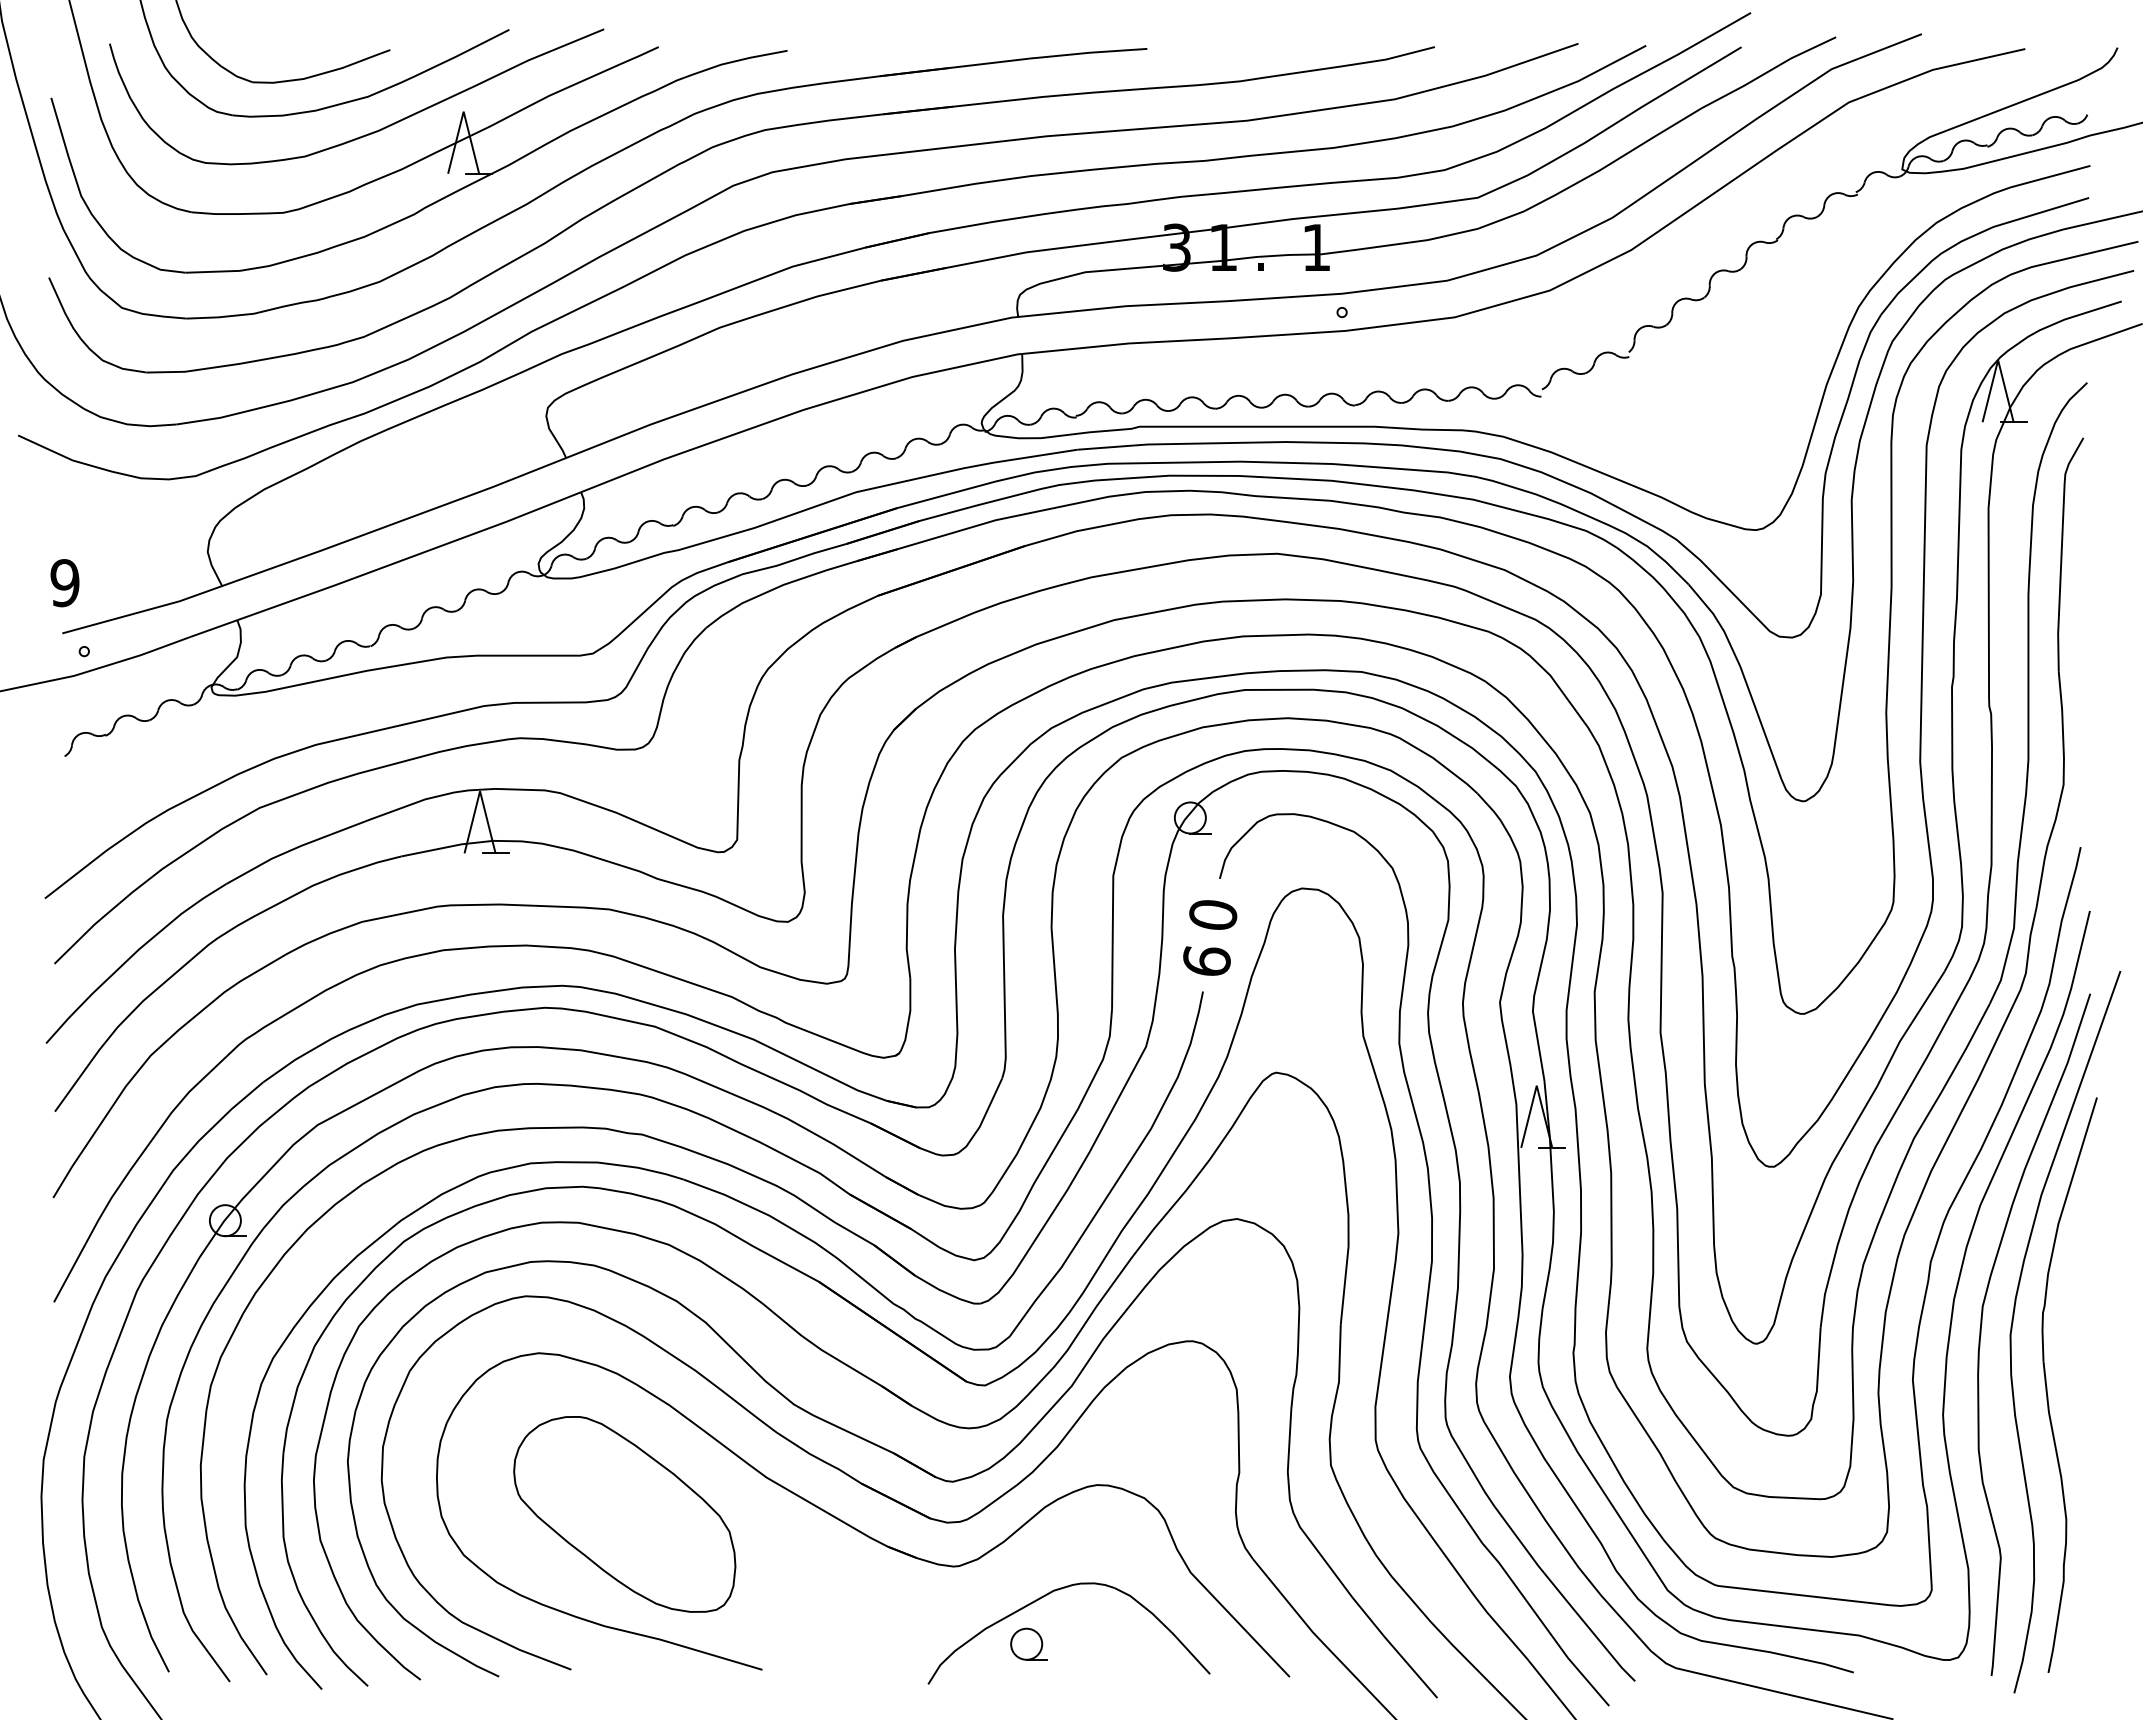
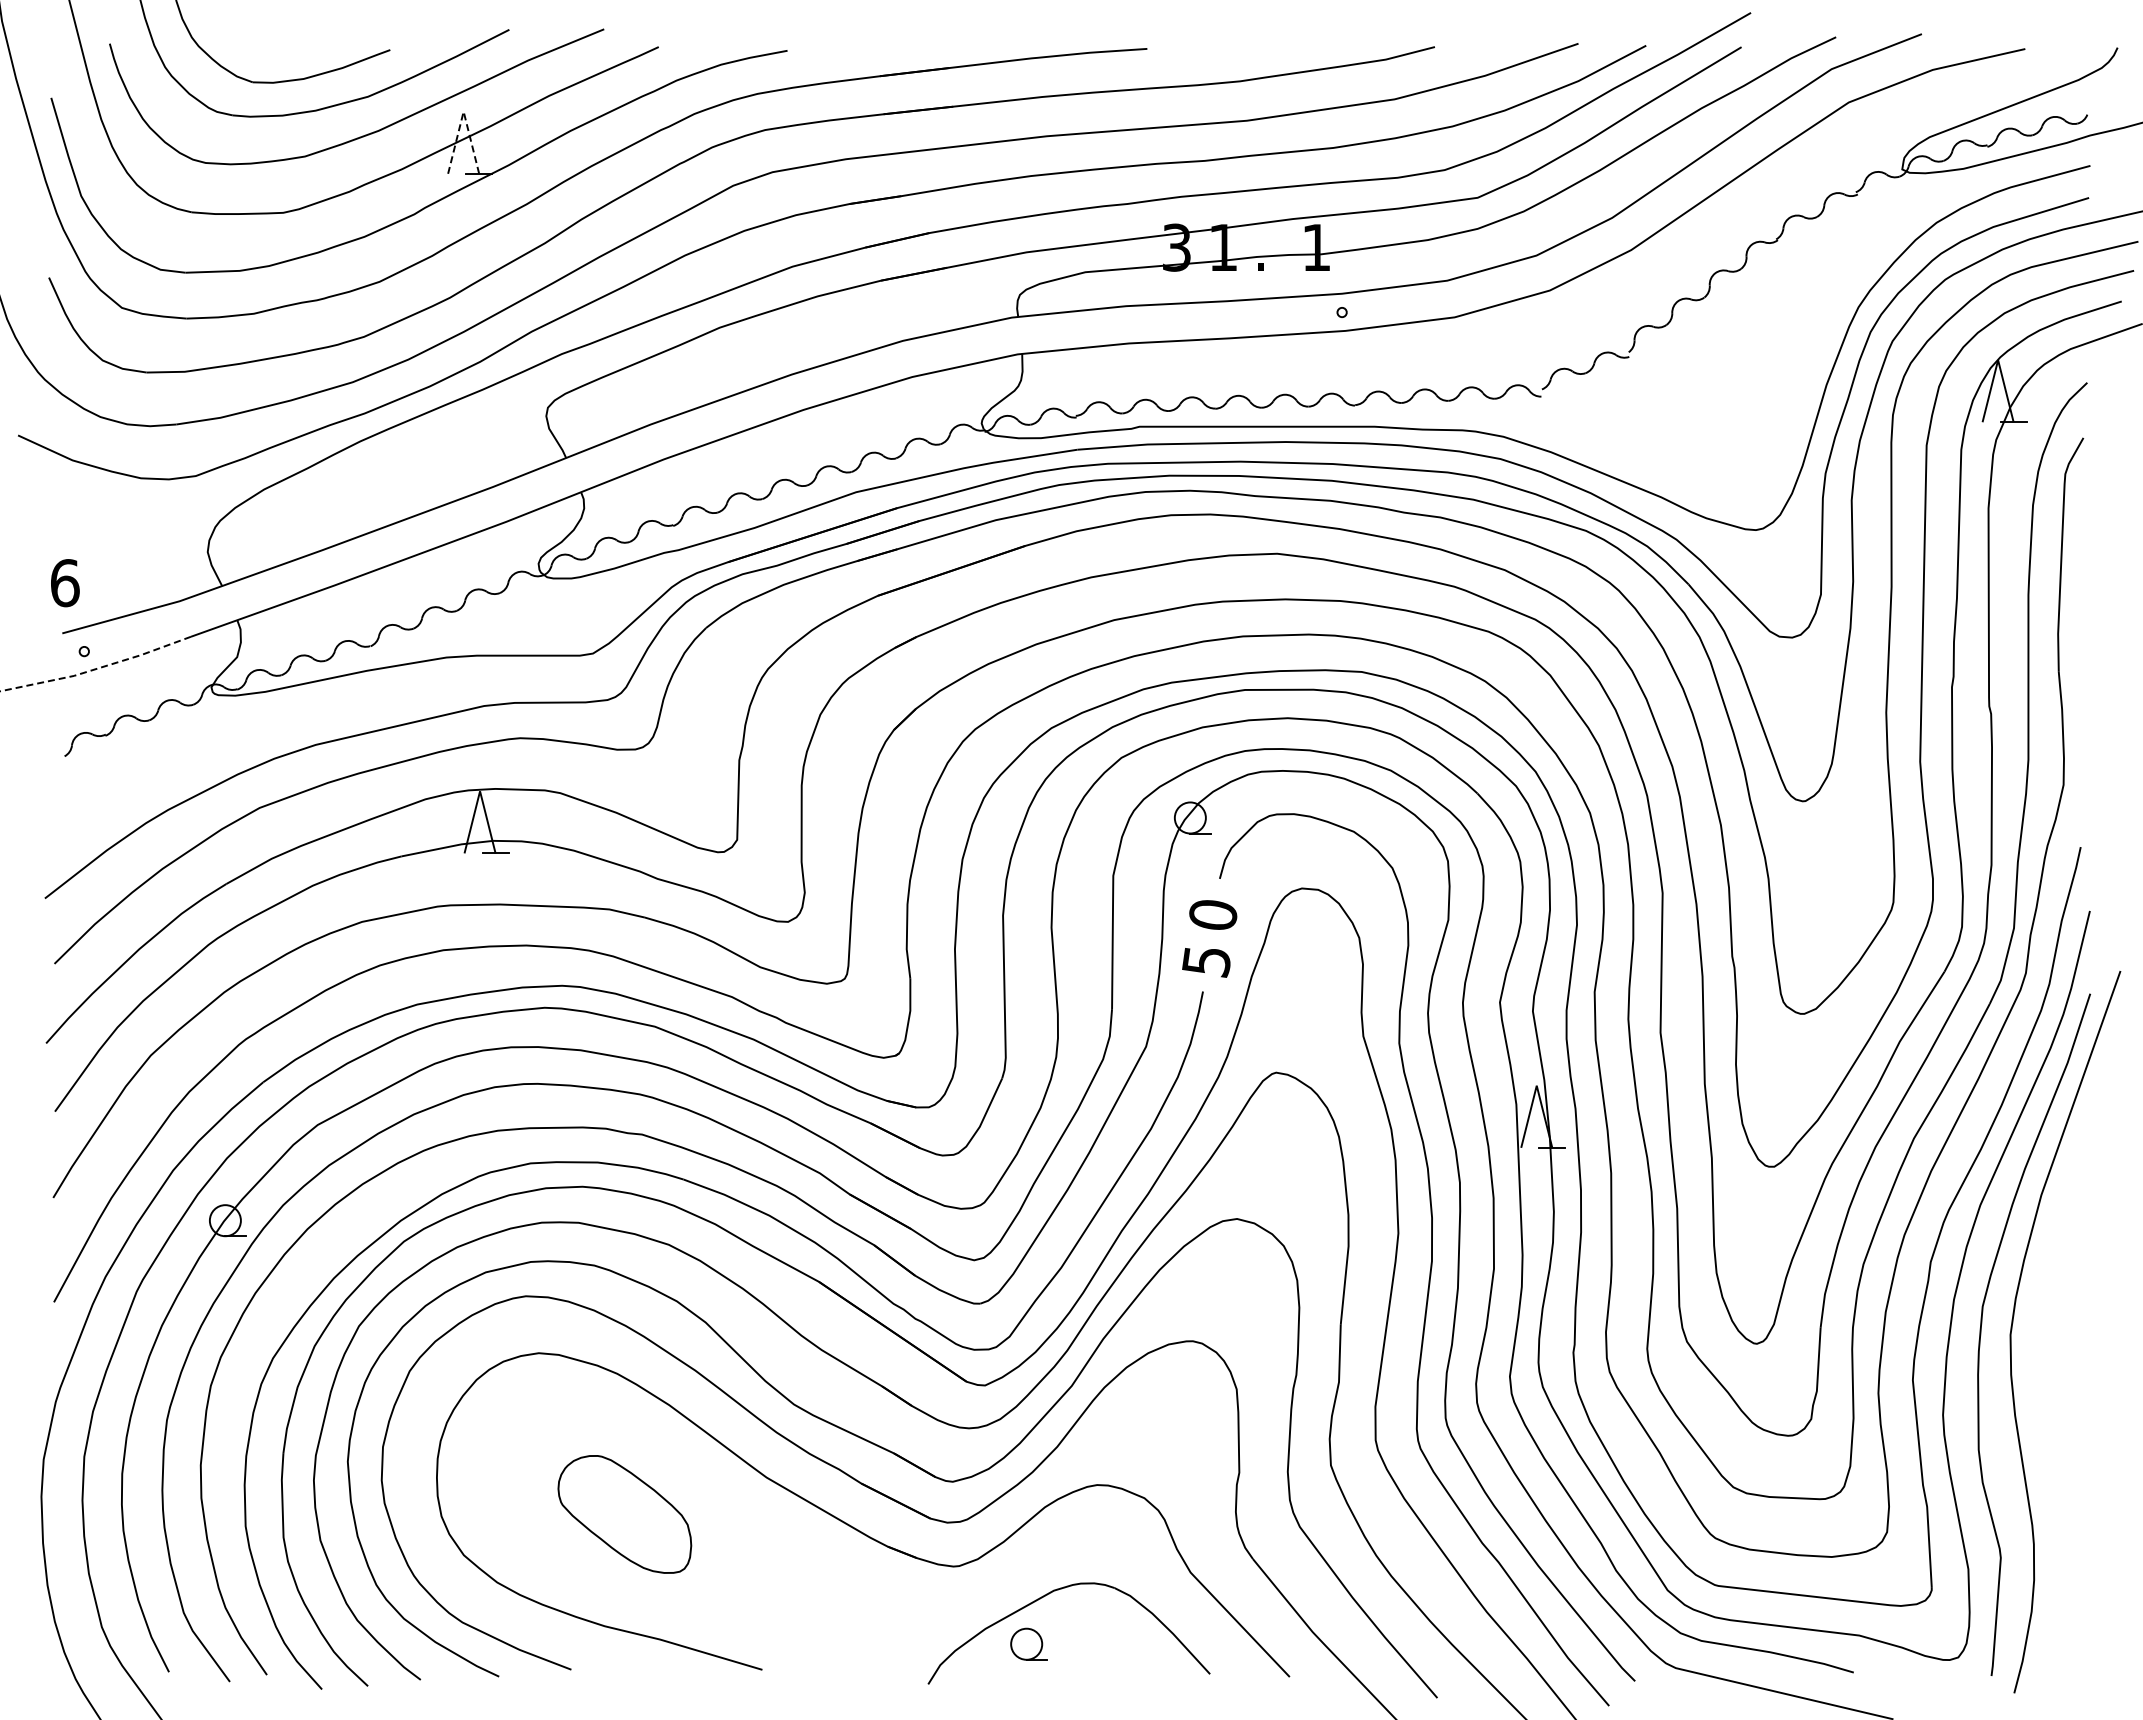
line at (463, 111): solid -> dashed
text at (64, 583): 9 -> 6
line at (96, 668): solid -> dashed
text at (1206, 961): 6 -> 5
part at (2047, 1386): present -> none
part at (624, 1514) size: 224x197 px -> 136x119 px
